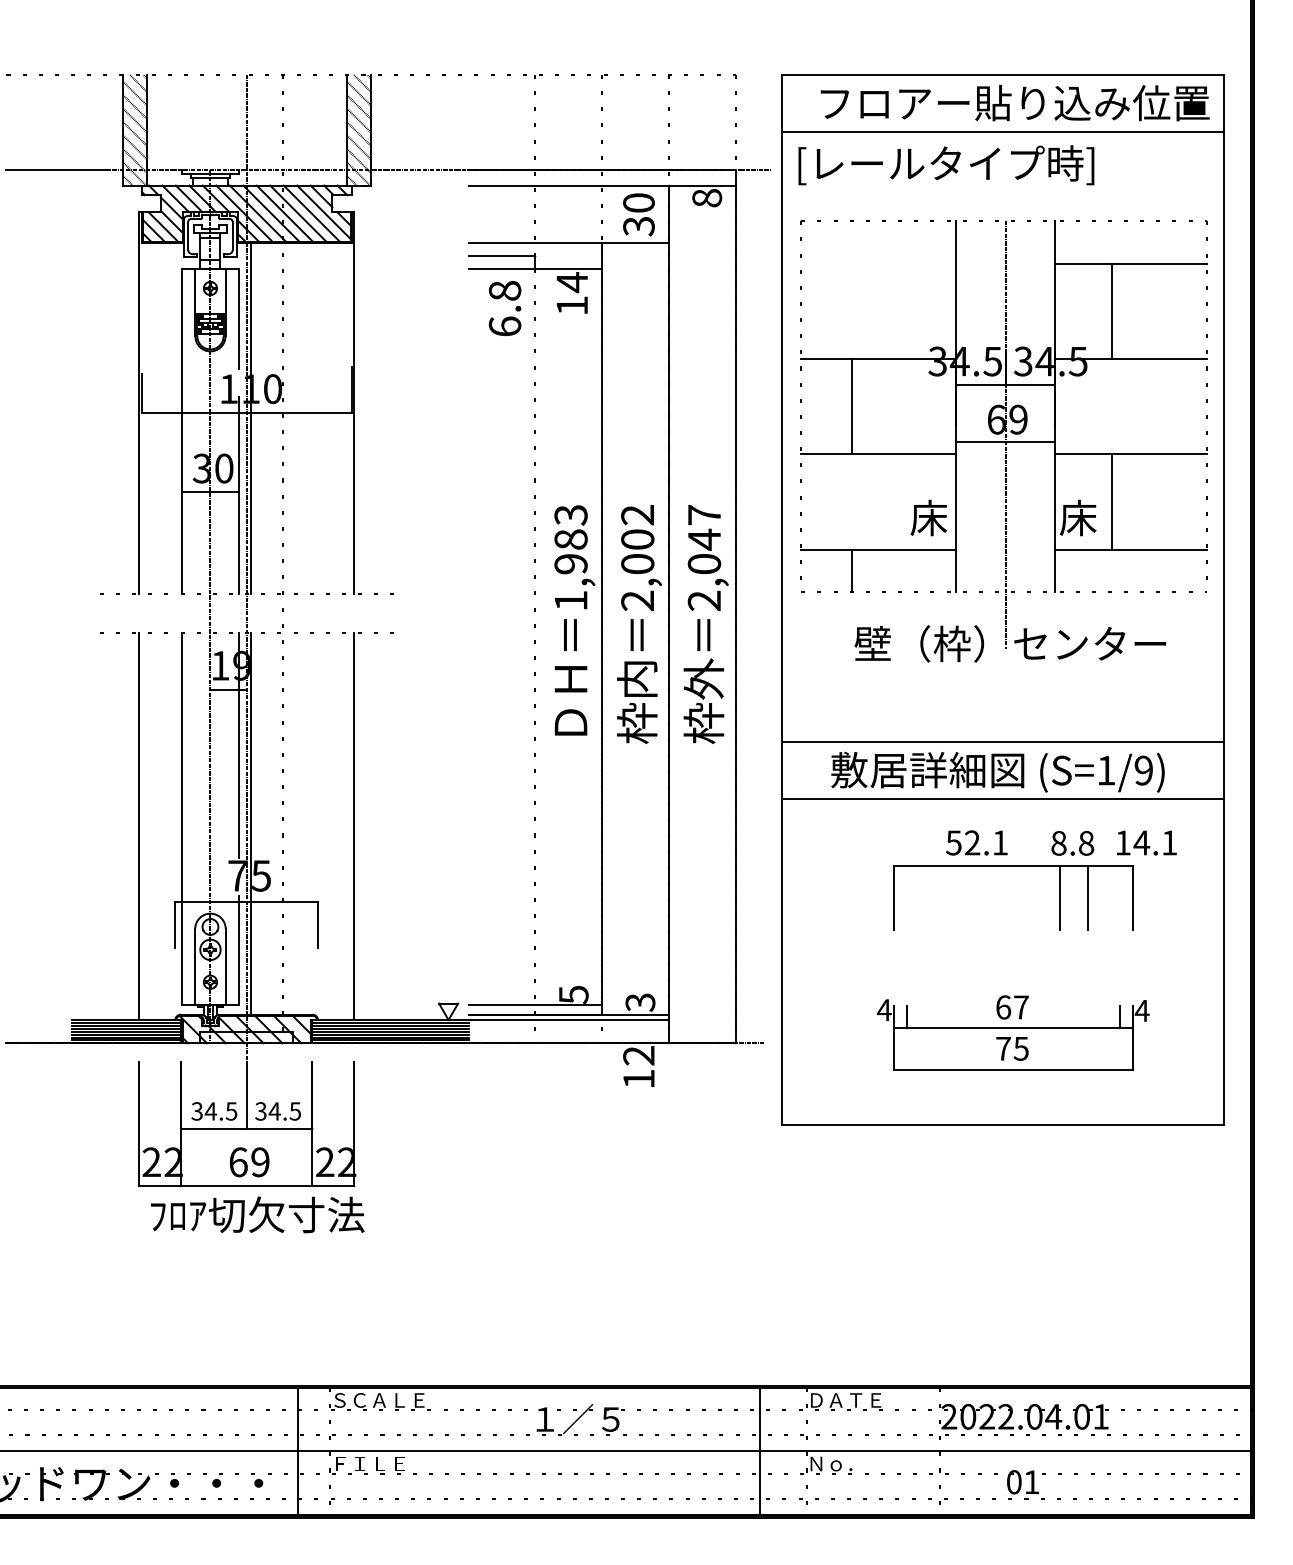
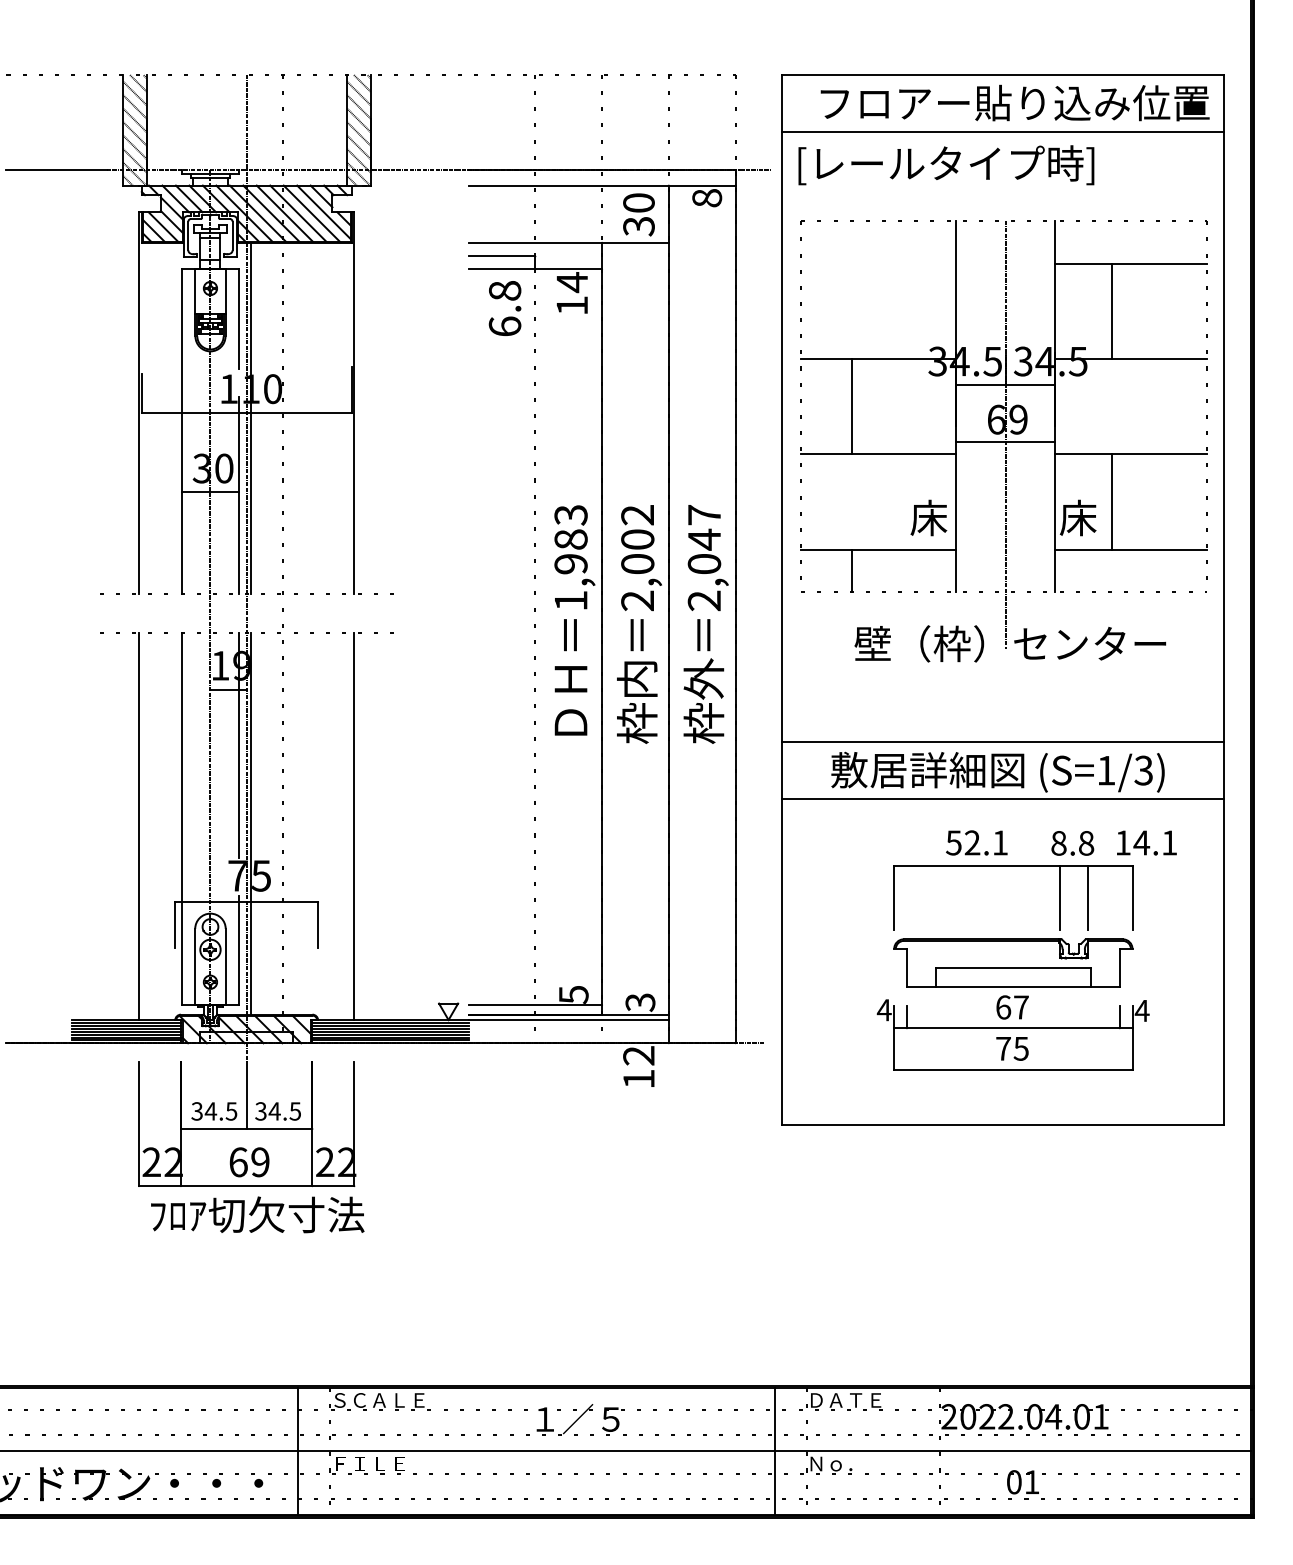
text at (1143, 770): (S=1/9) -> (S=1/3)
part at (1013, 962): none -> present
line at (759, 1450) position: (759, 1450) -> (774, 1450)
